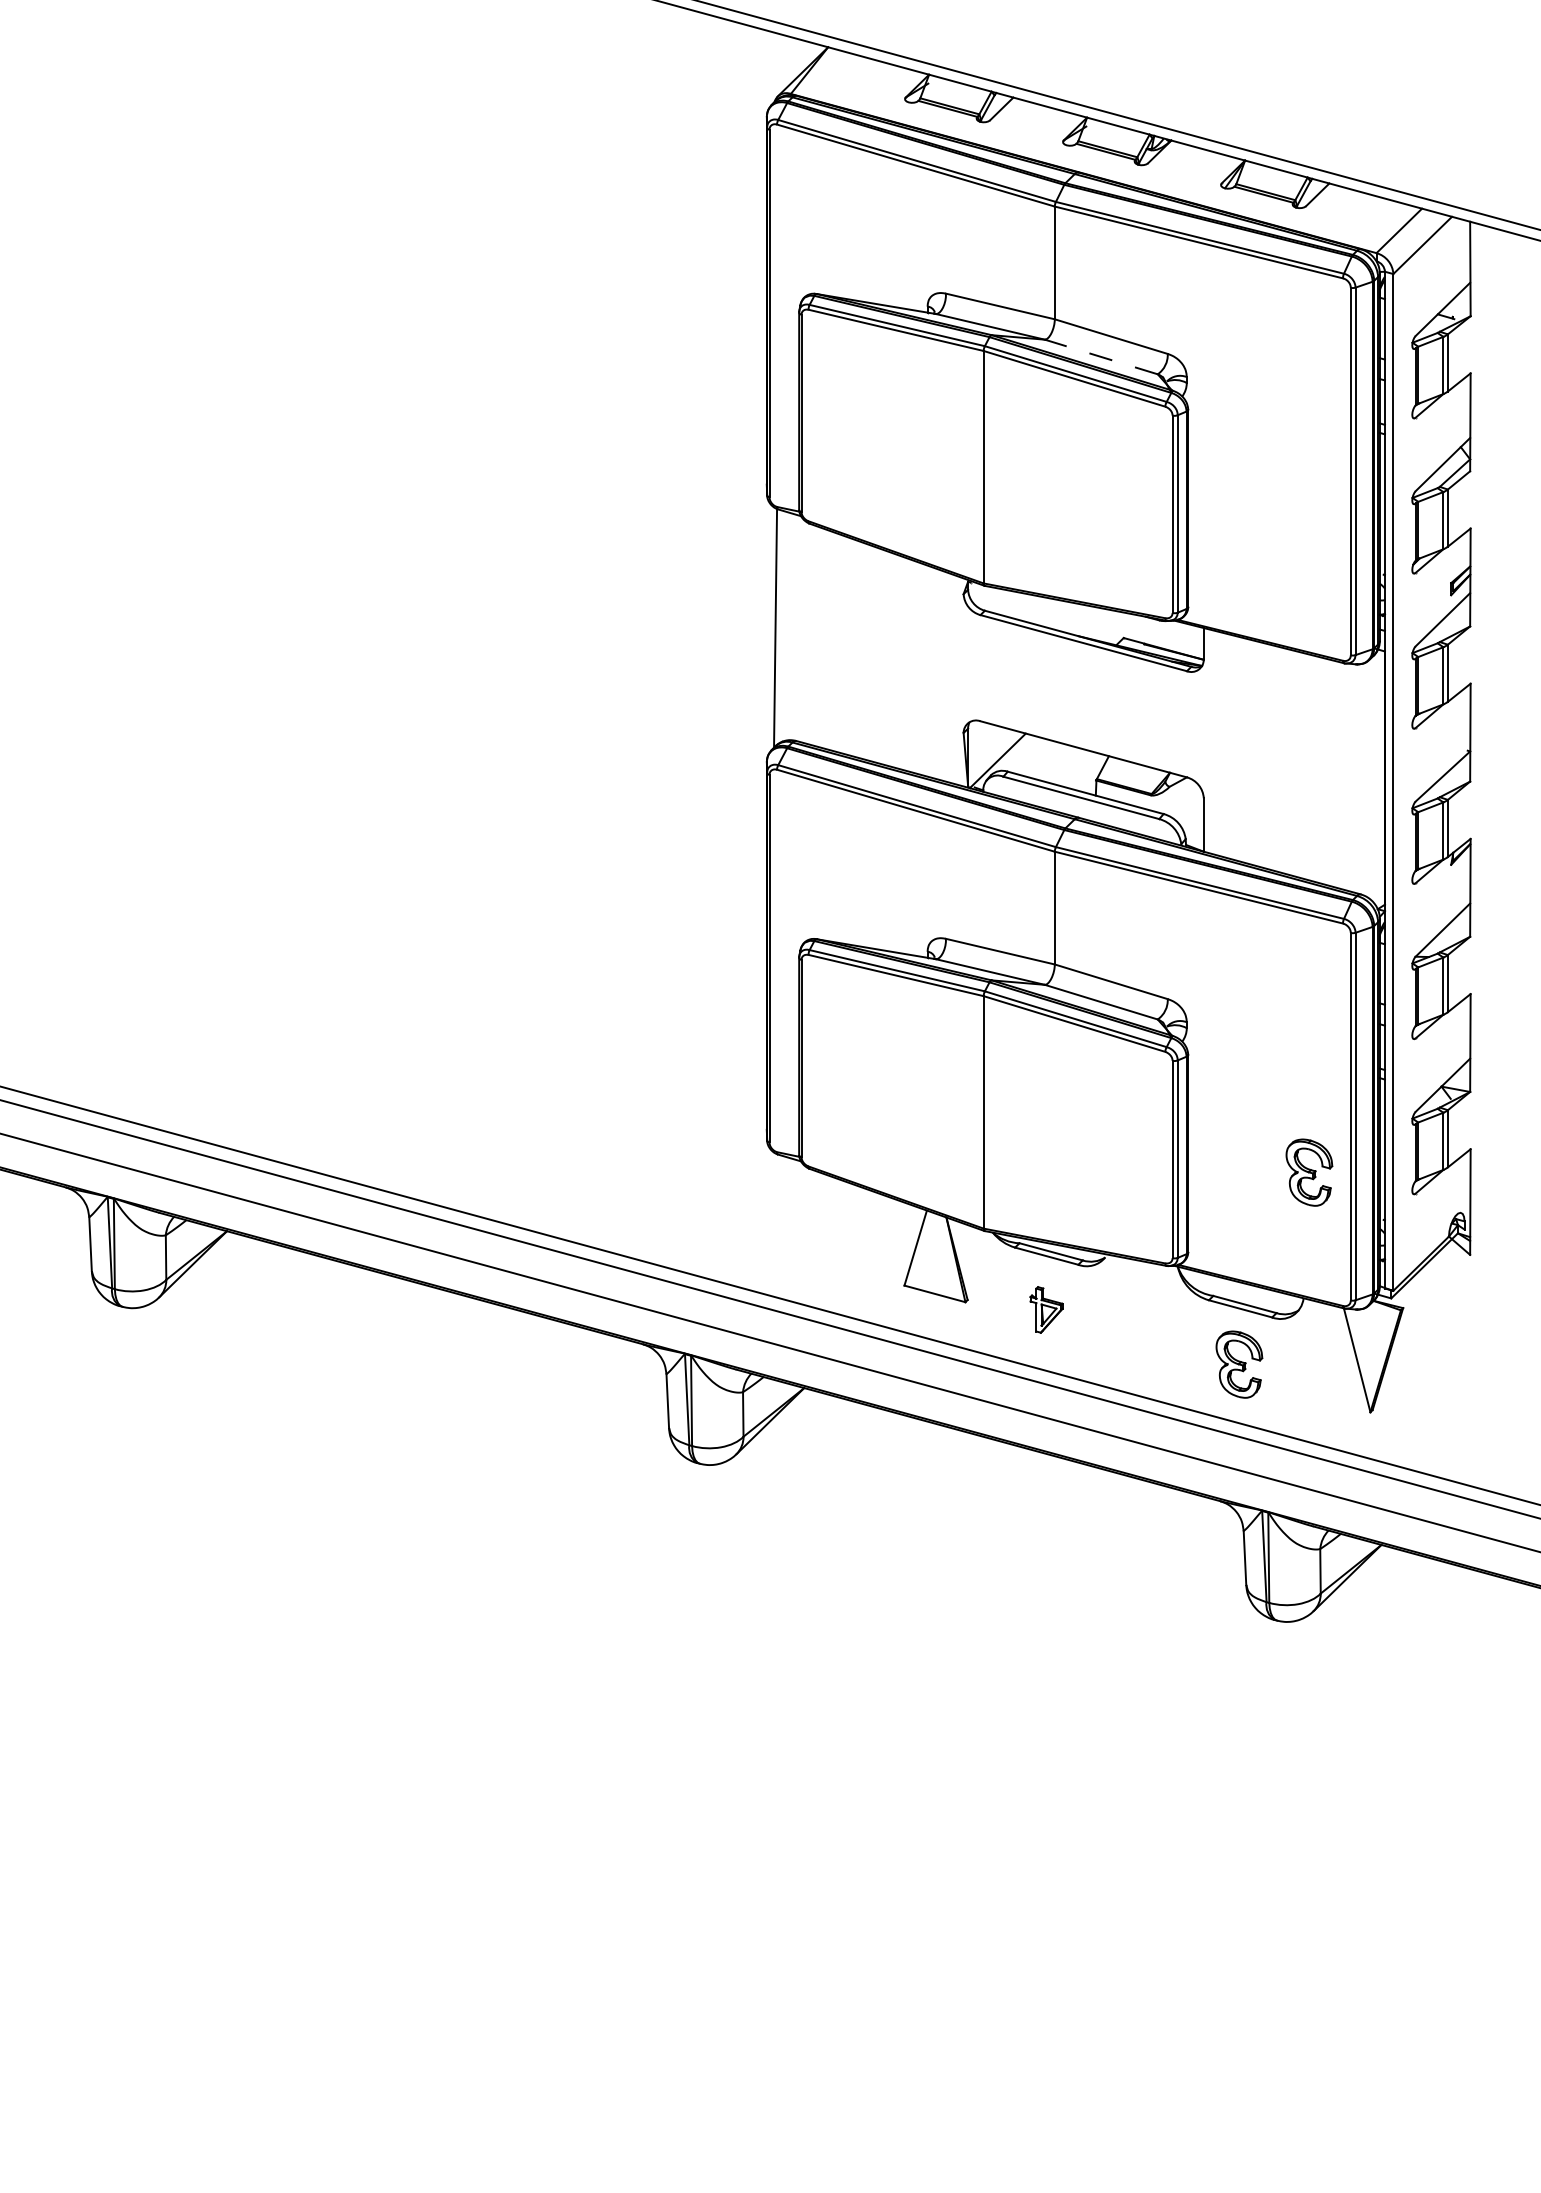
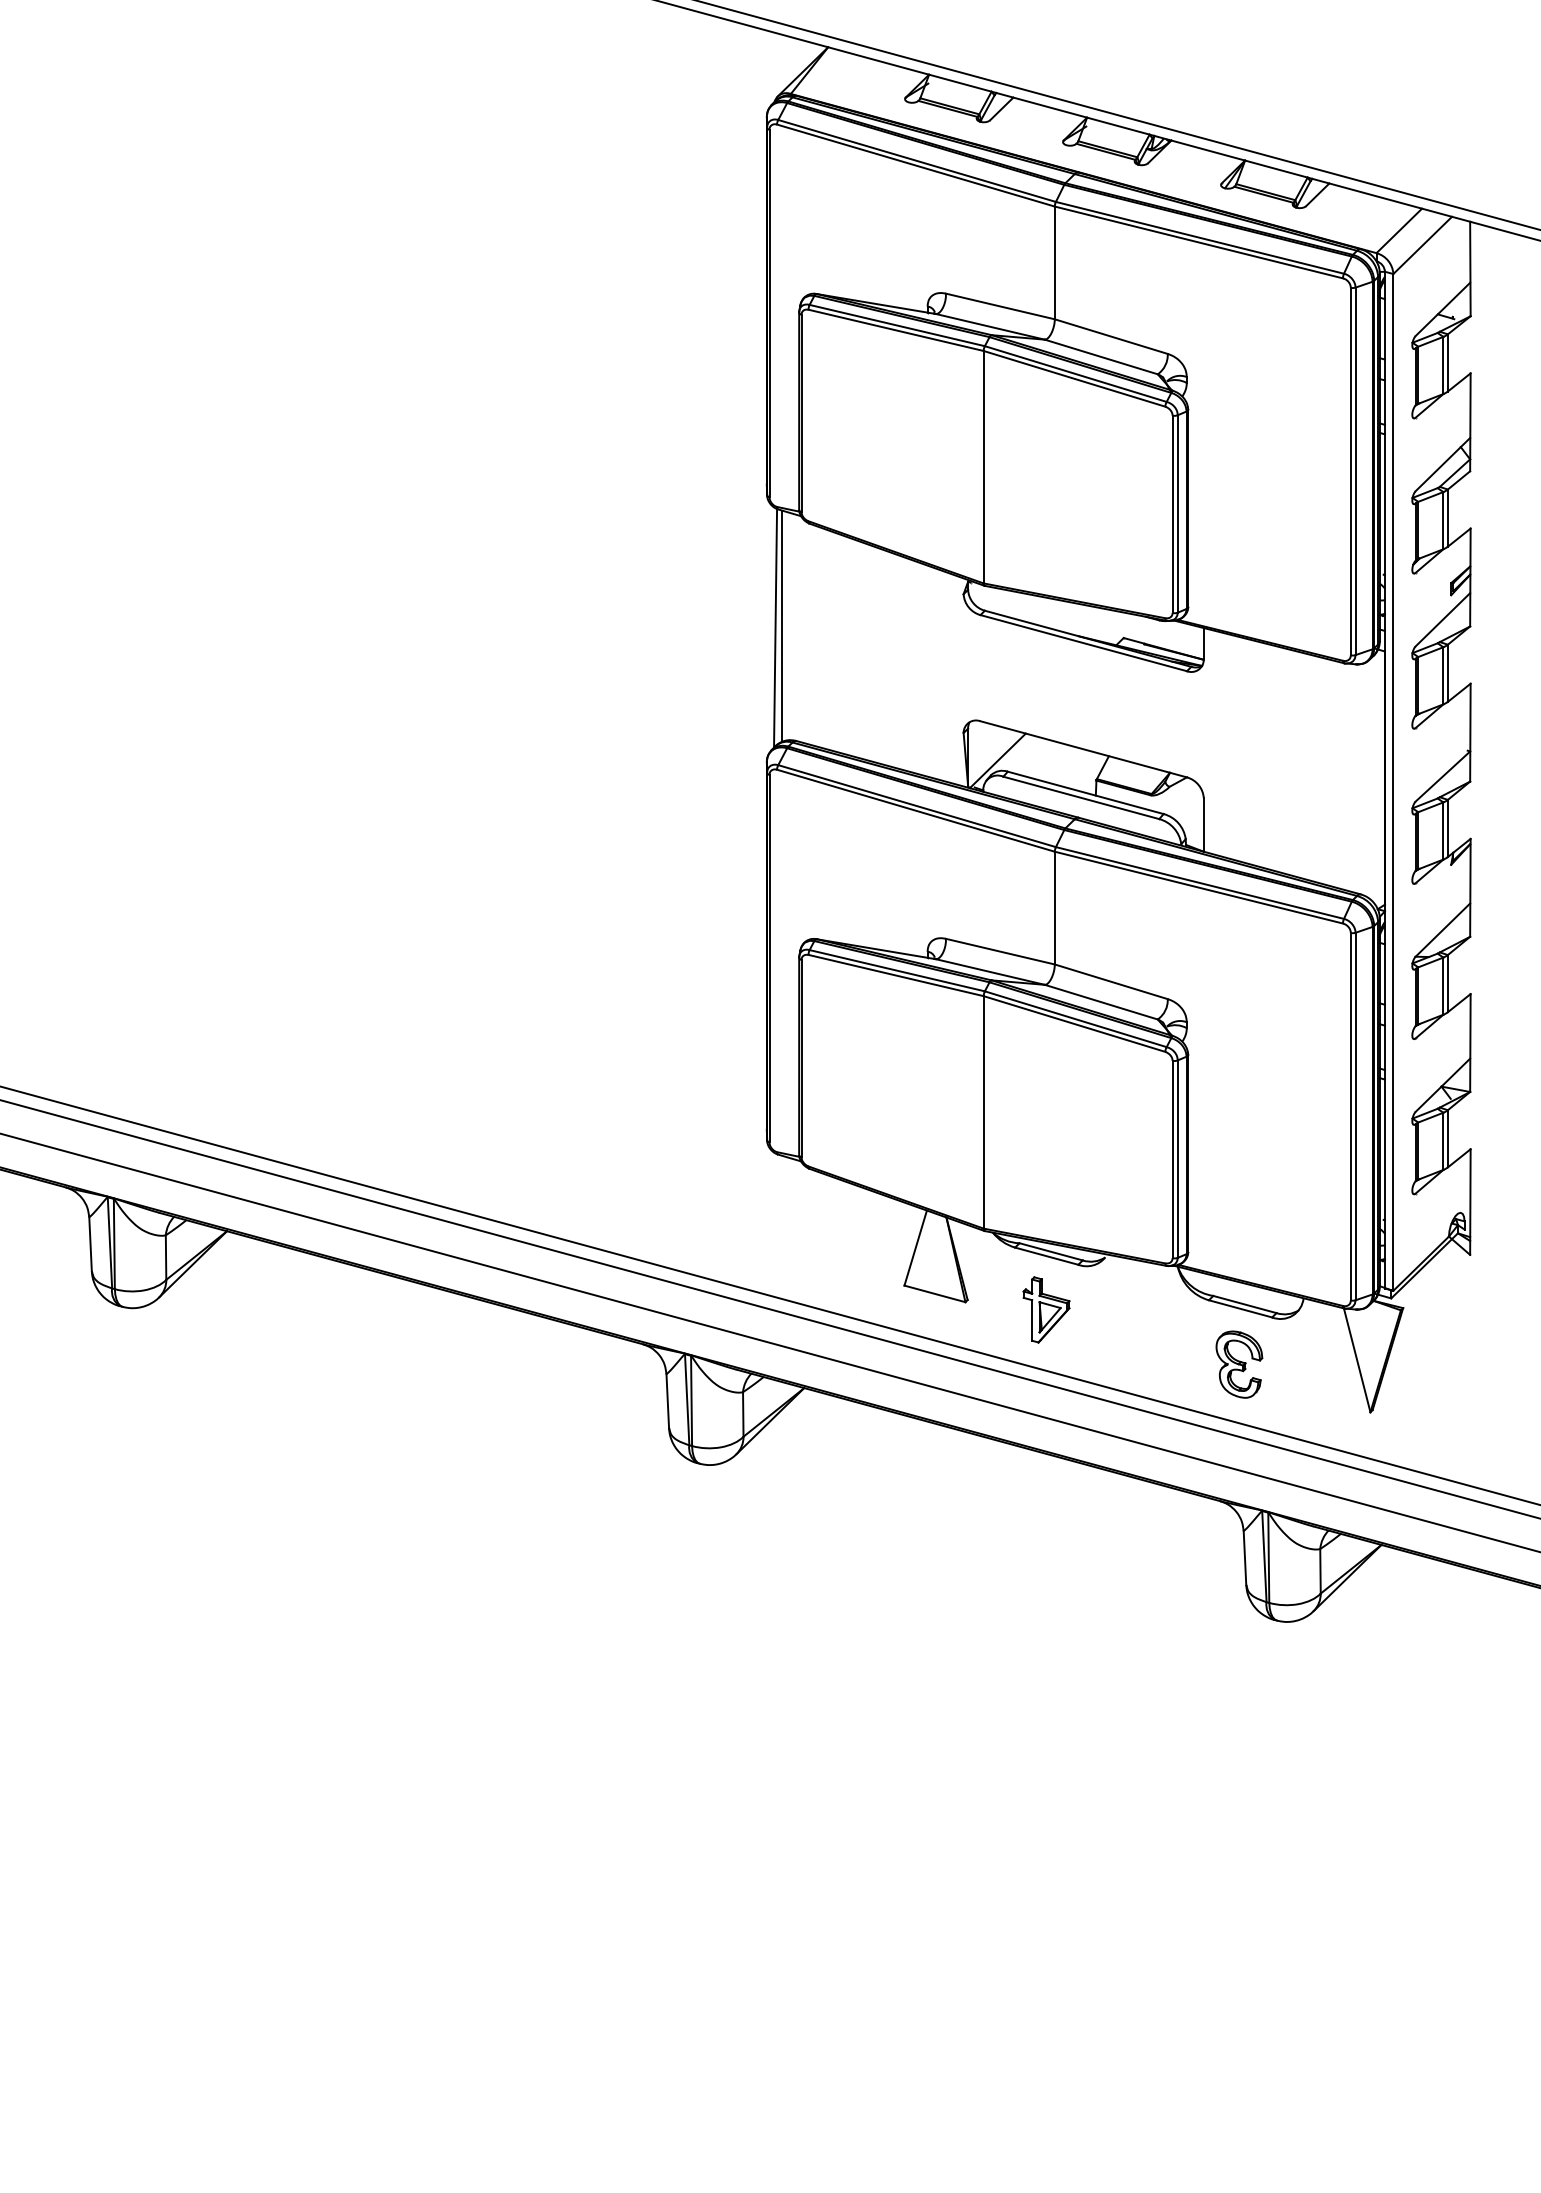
line at (1100, 356): dashed -> solid
line at (782, 625): none -> present
part at (1309, 1172): present -> none
part at (1046, 1309) size: 35x48 px -> 49x68 px
